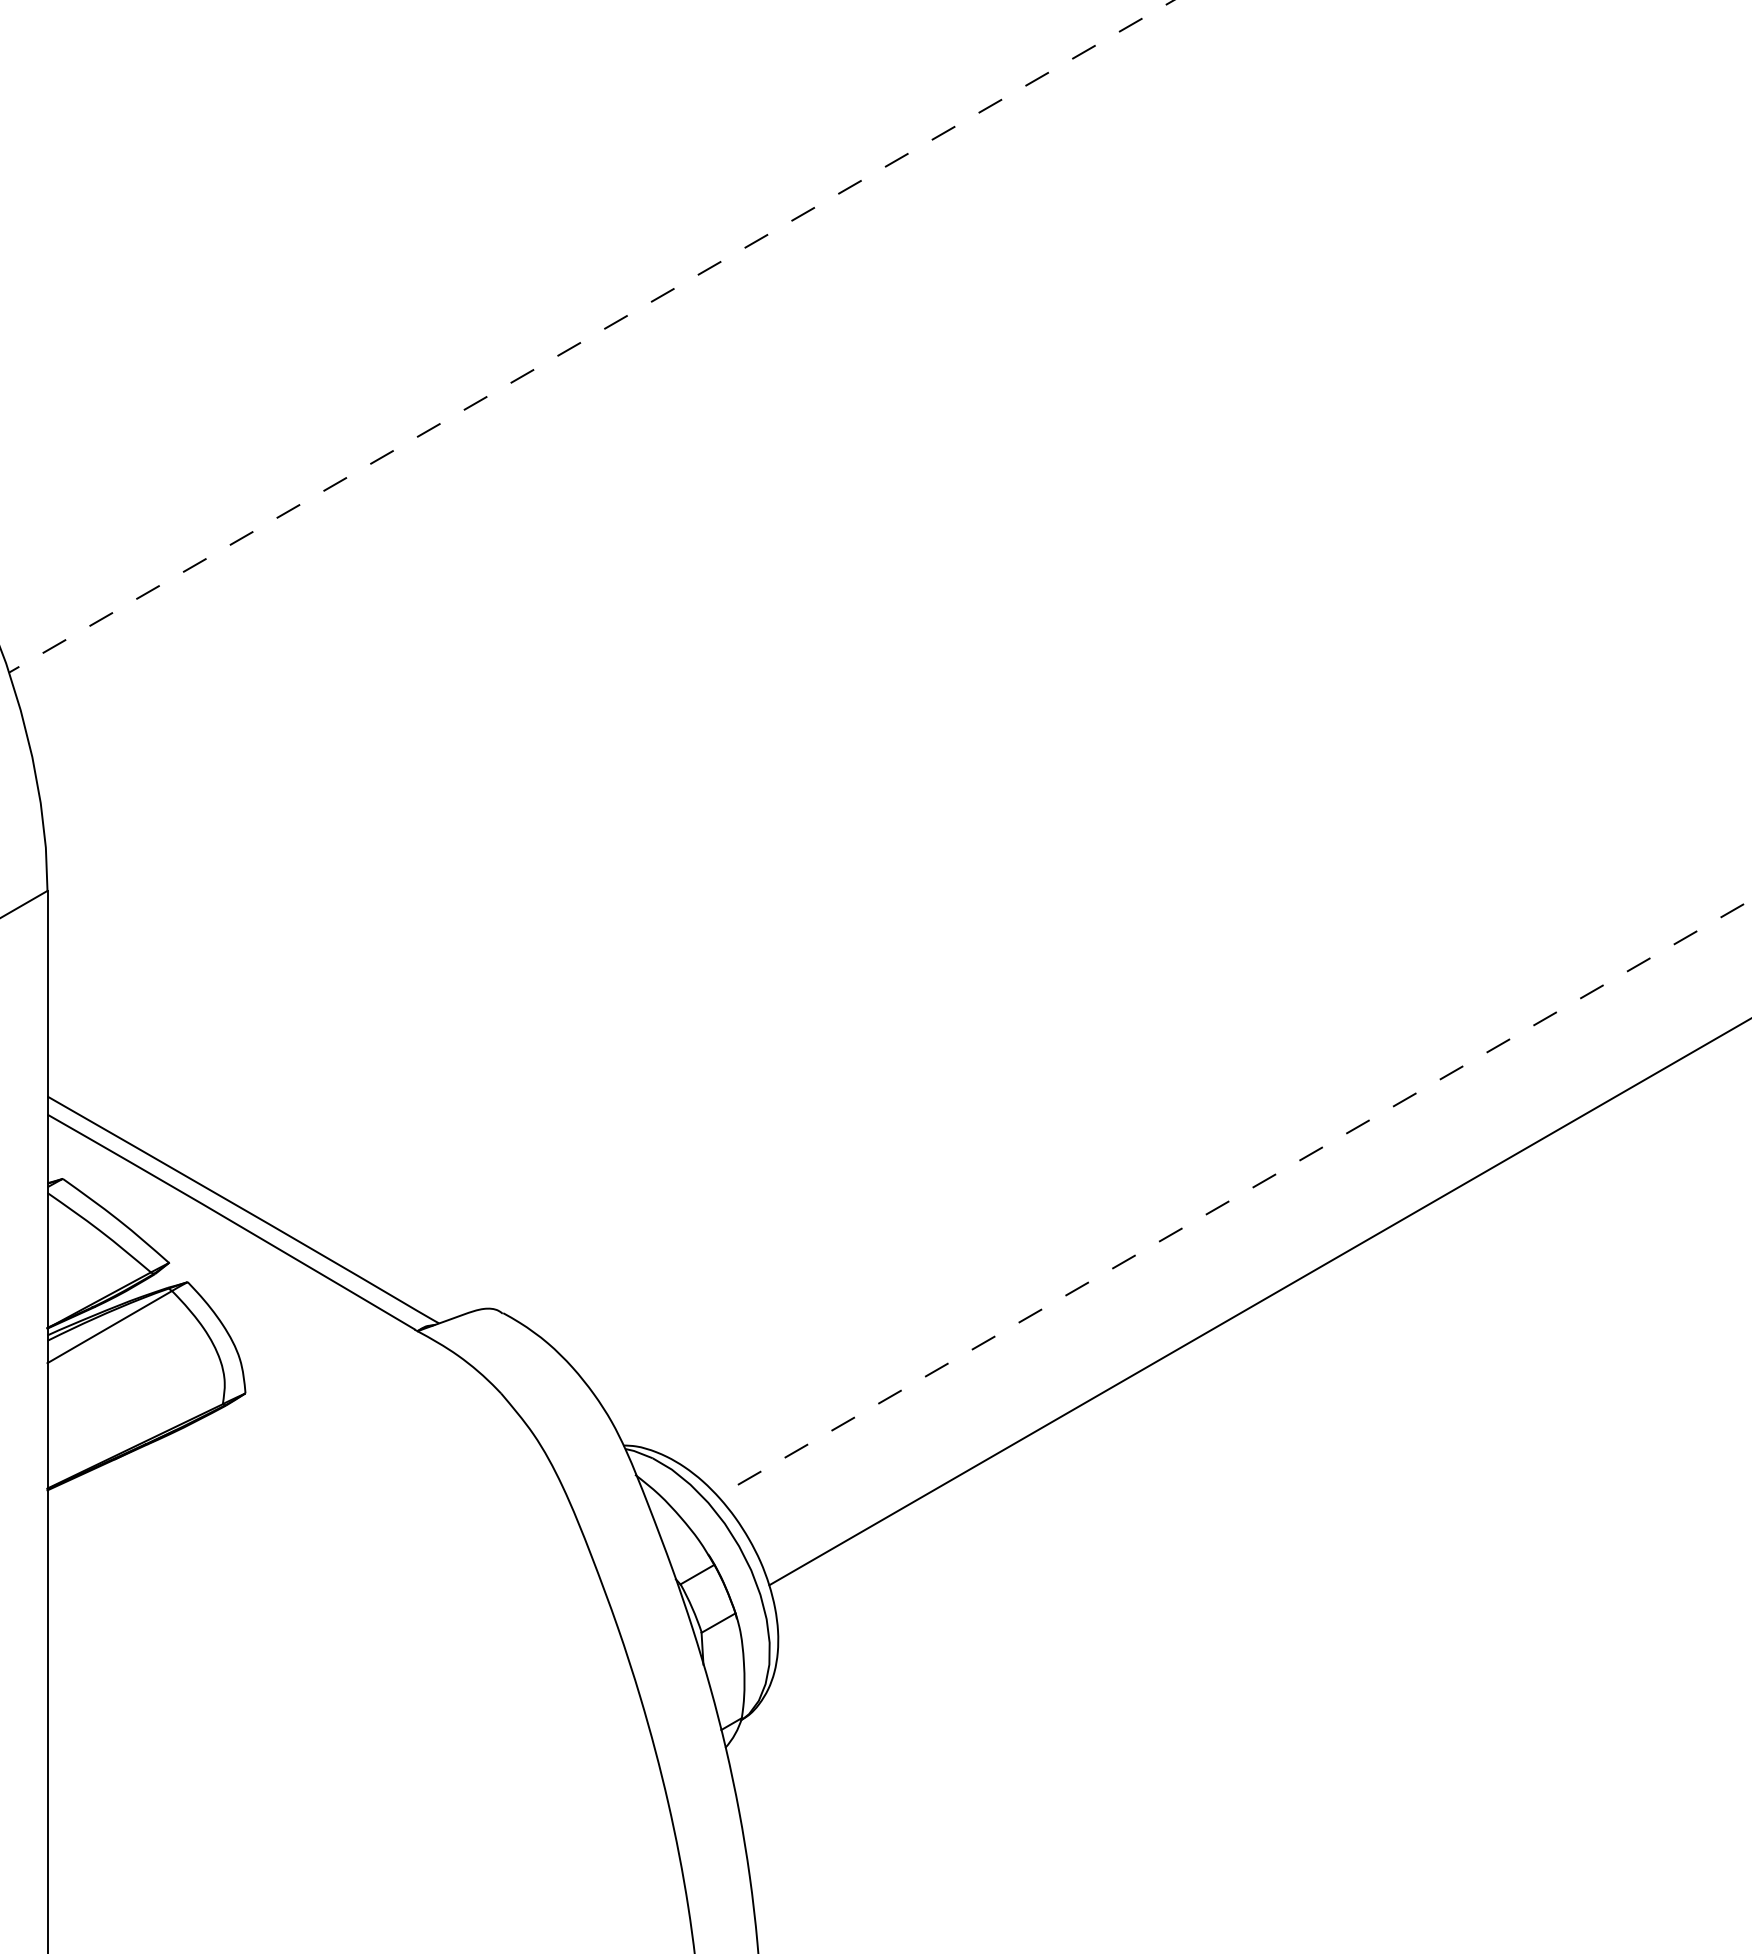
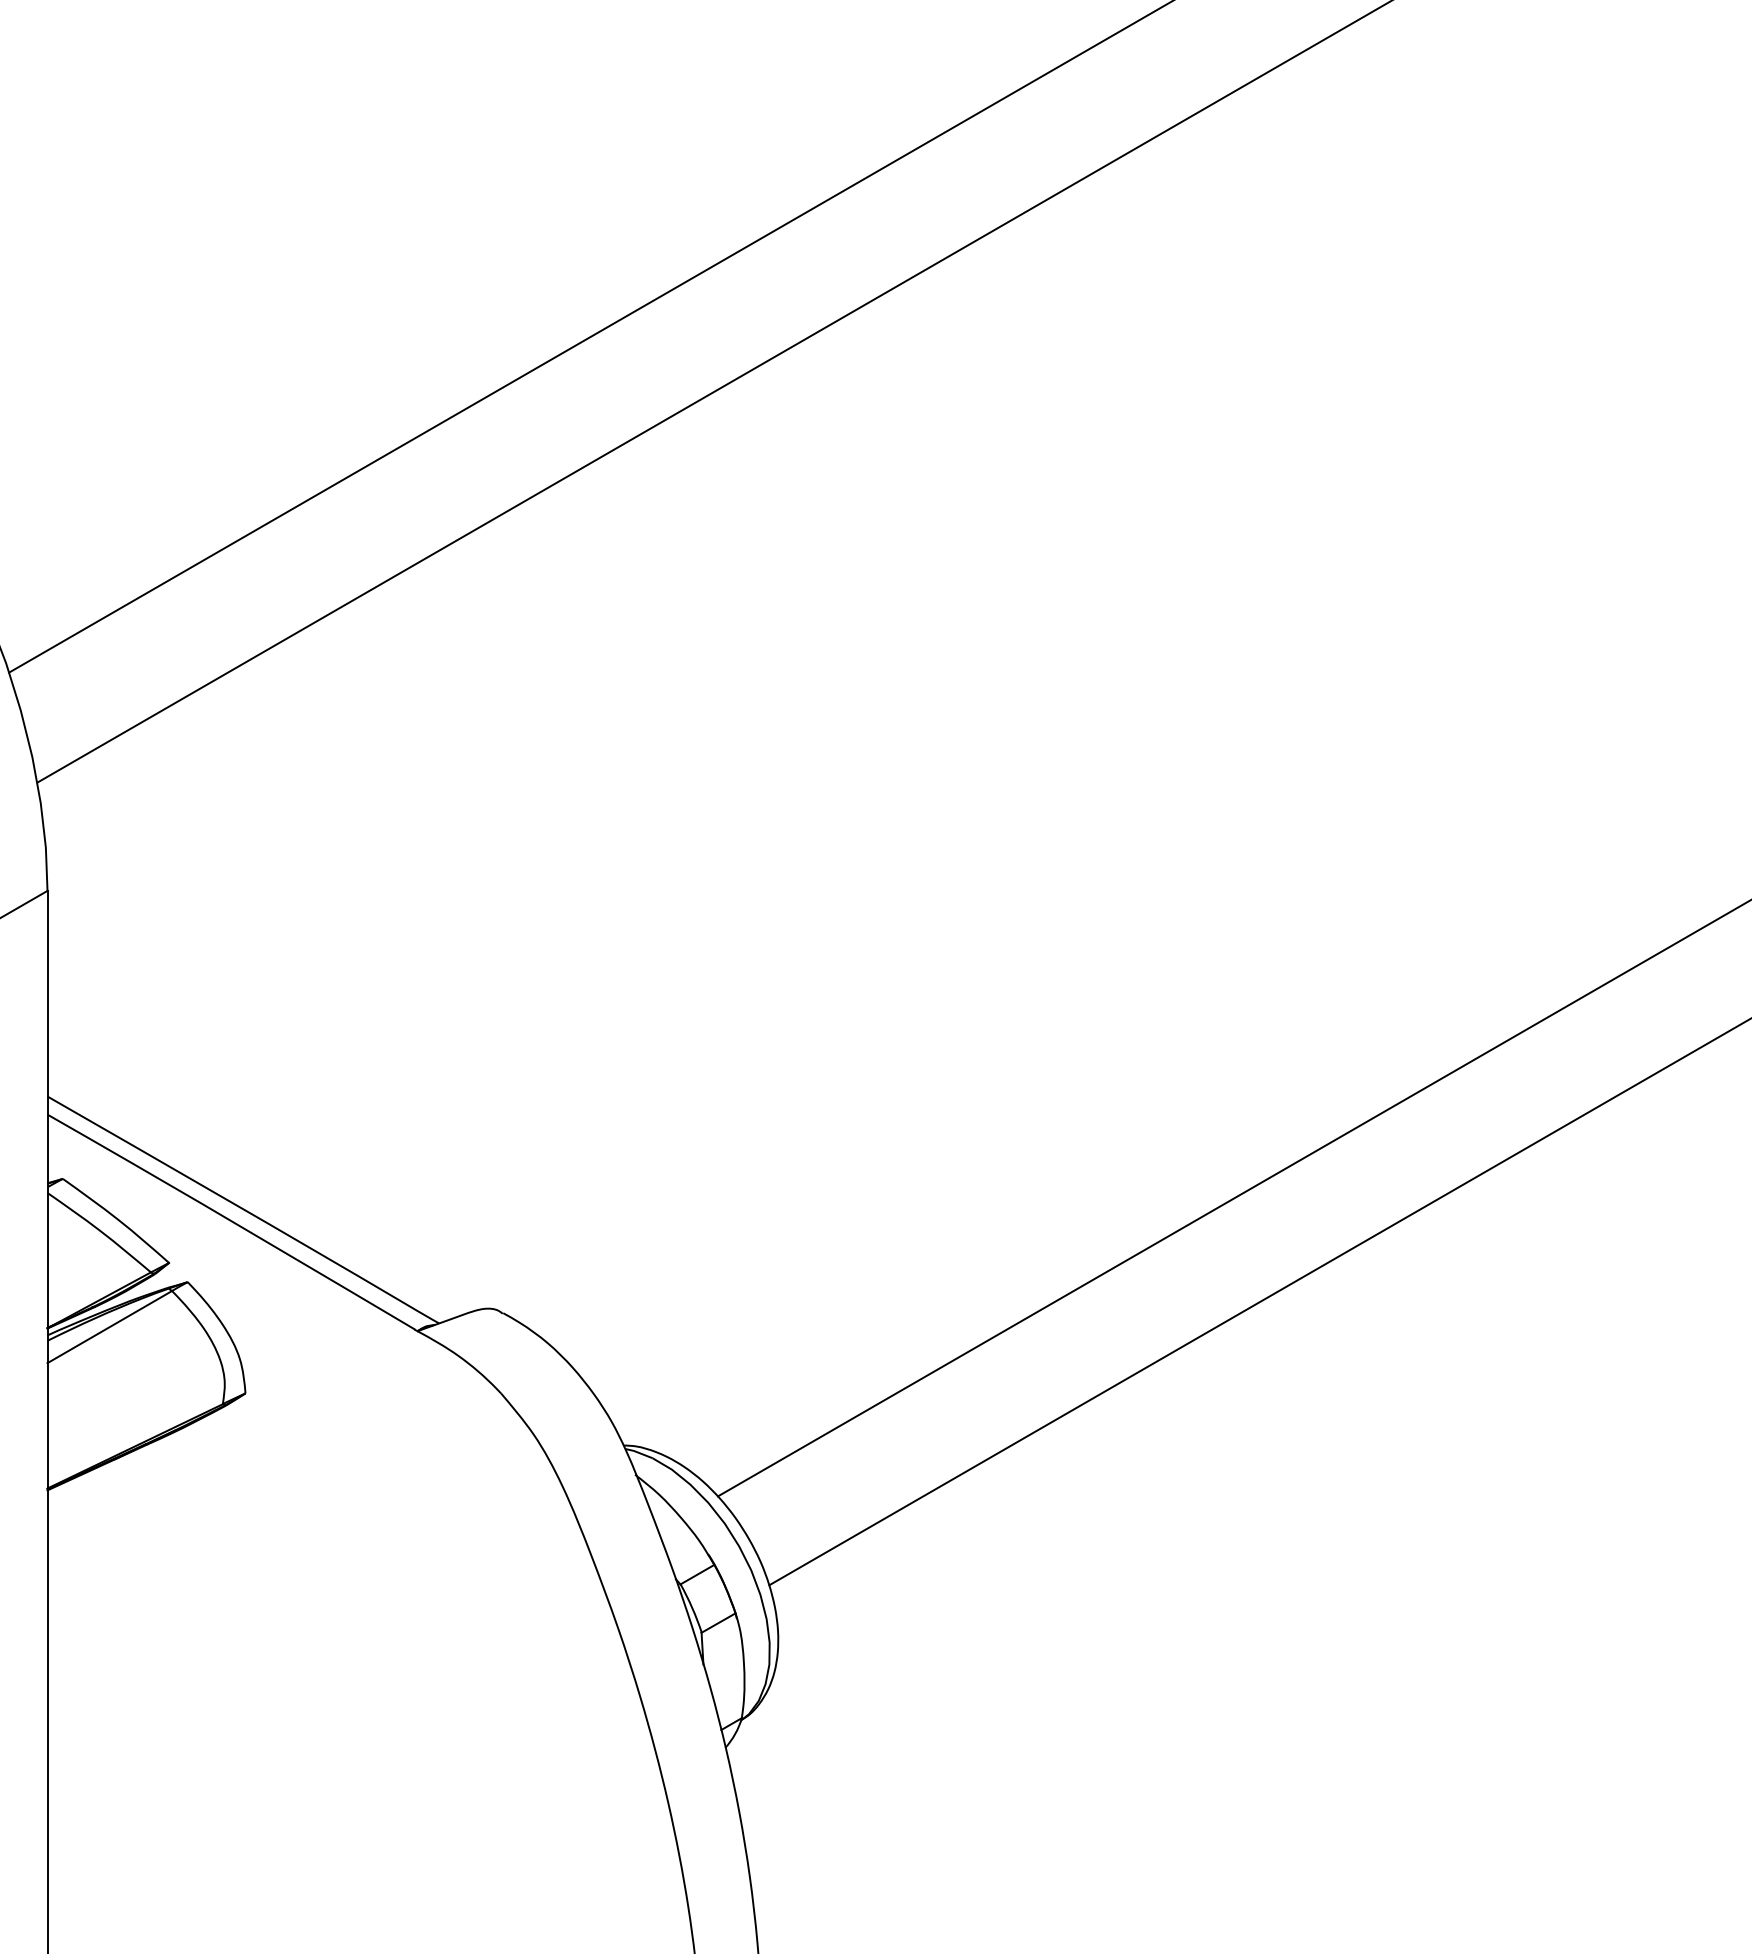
line at (590, 336): dashed -> solid
line at (712, 392): none -> present
line at (1234, 1197): dashed -> solid
